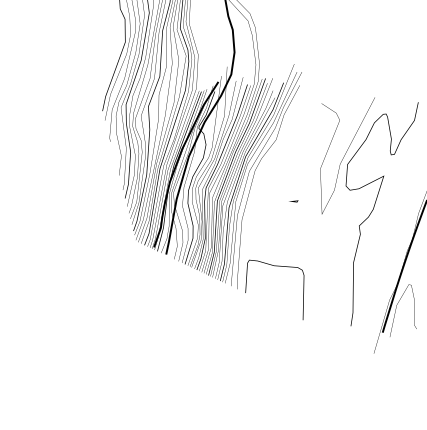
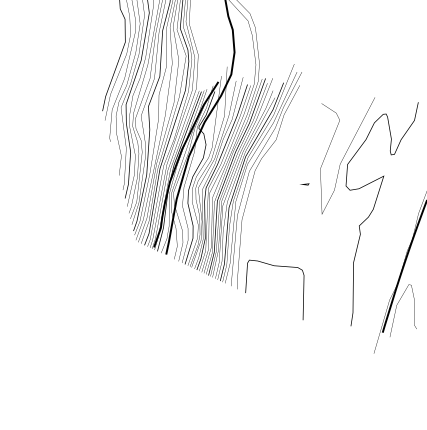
part at (293, 201) position: (293, 201) -> (304, 184)
